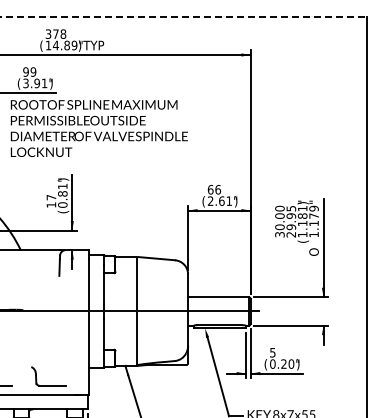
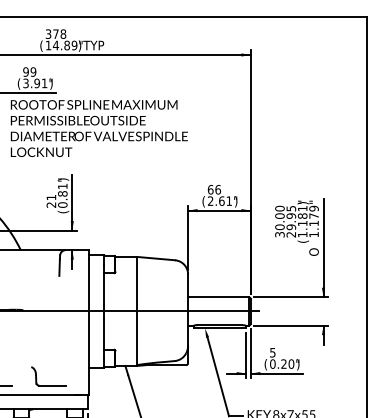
line at (184, 17): dashed -> solid
text at (51, 201): 17 -> 21
